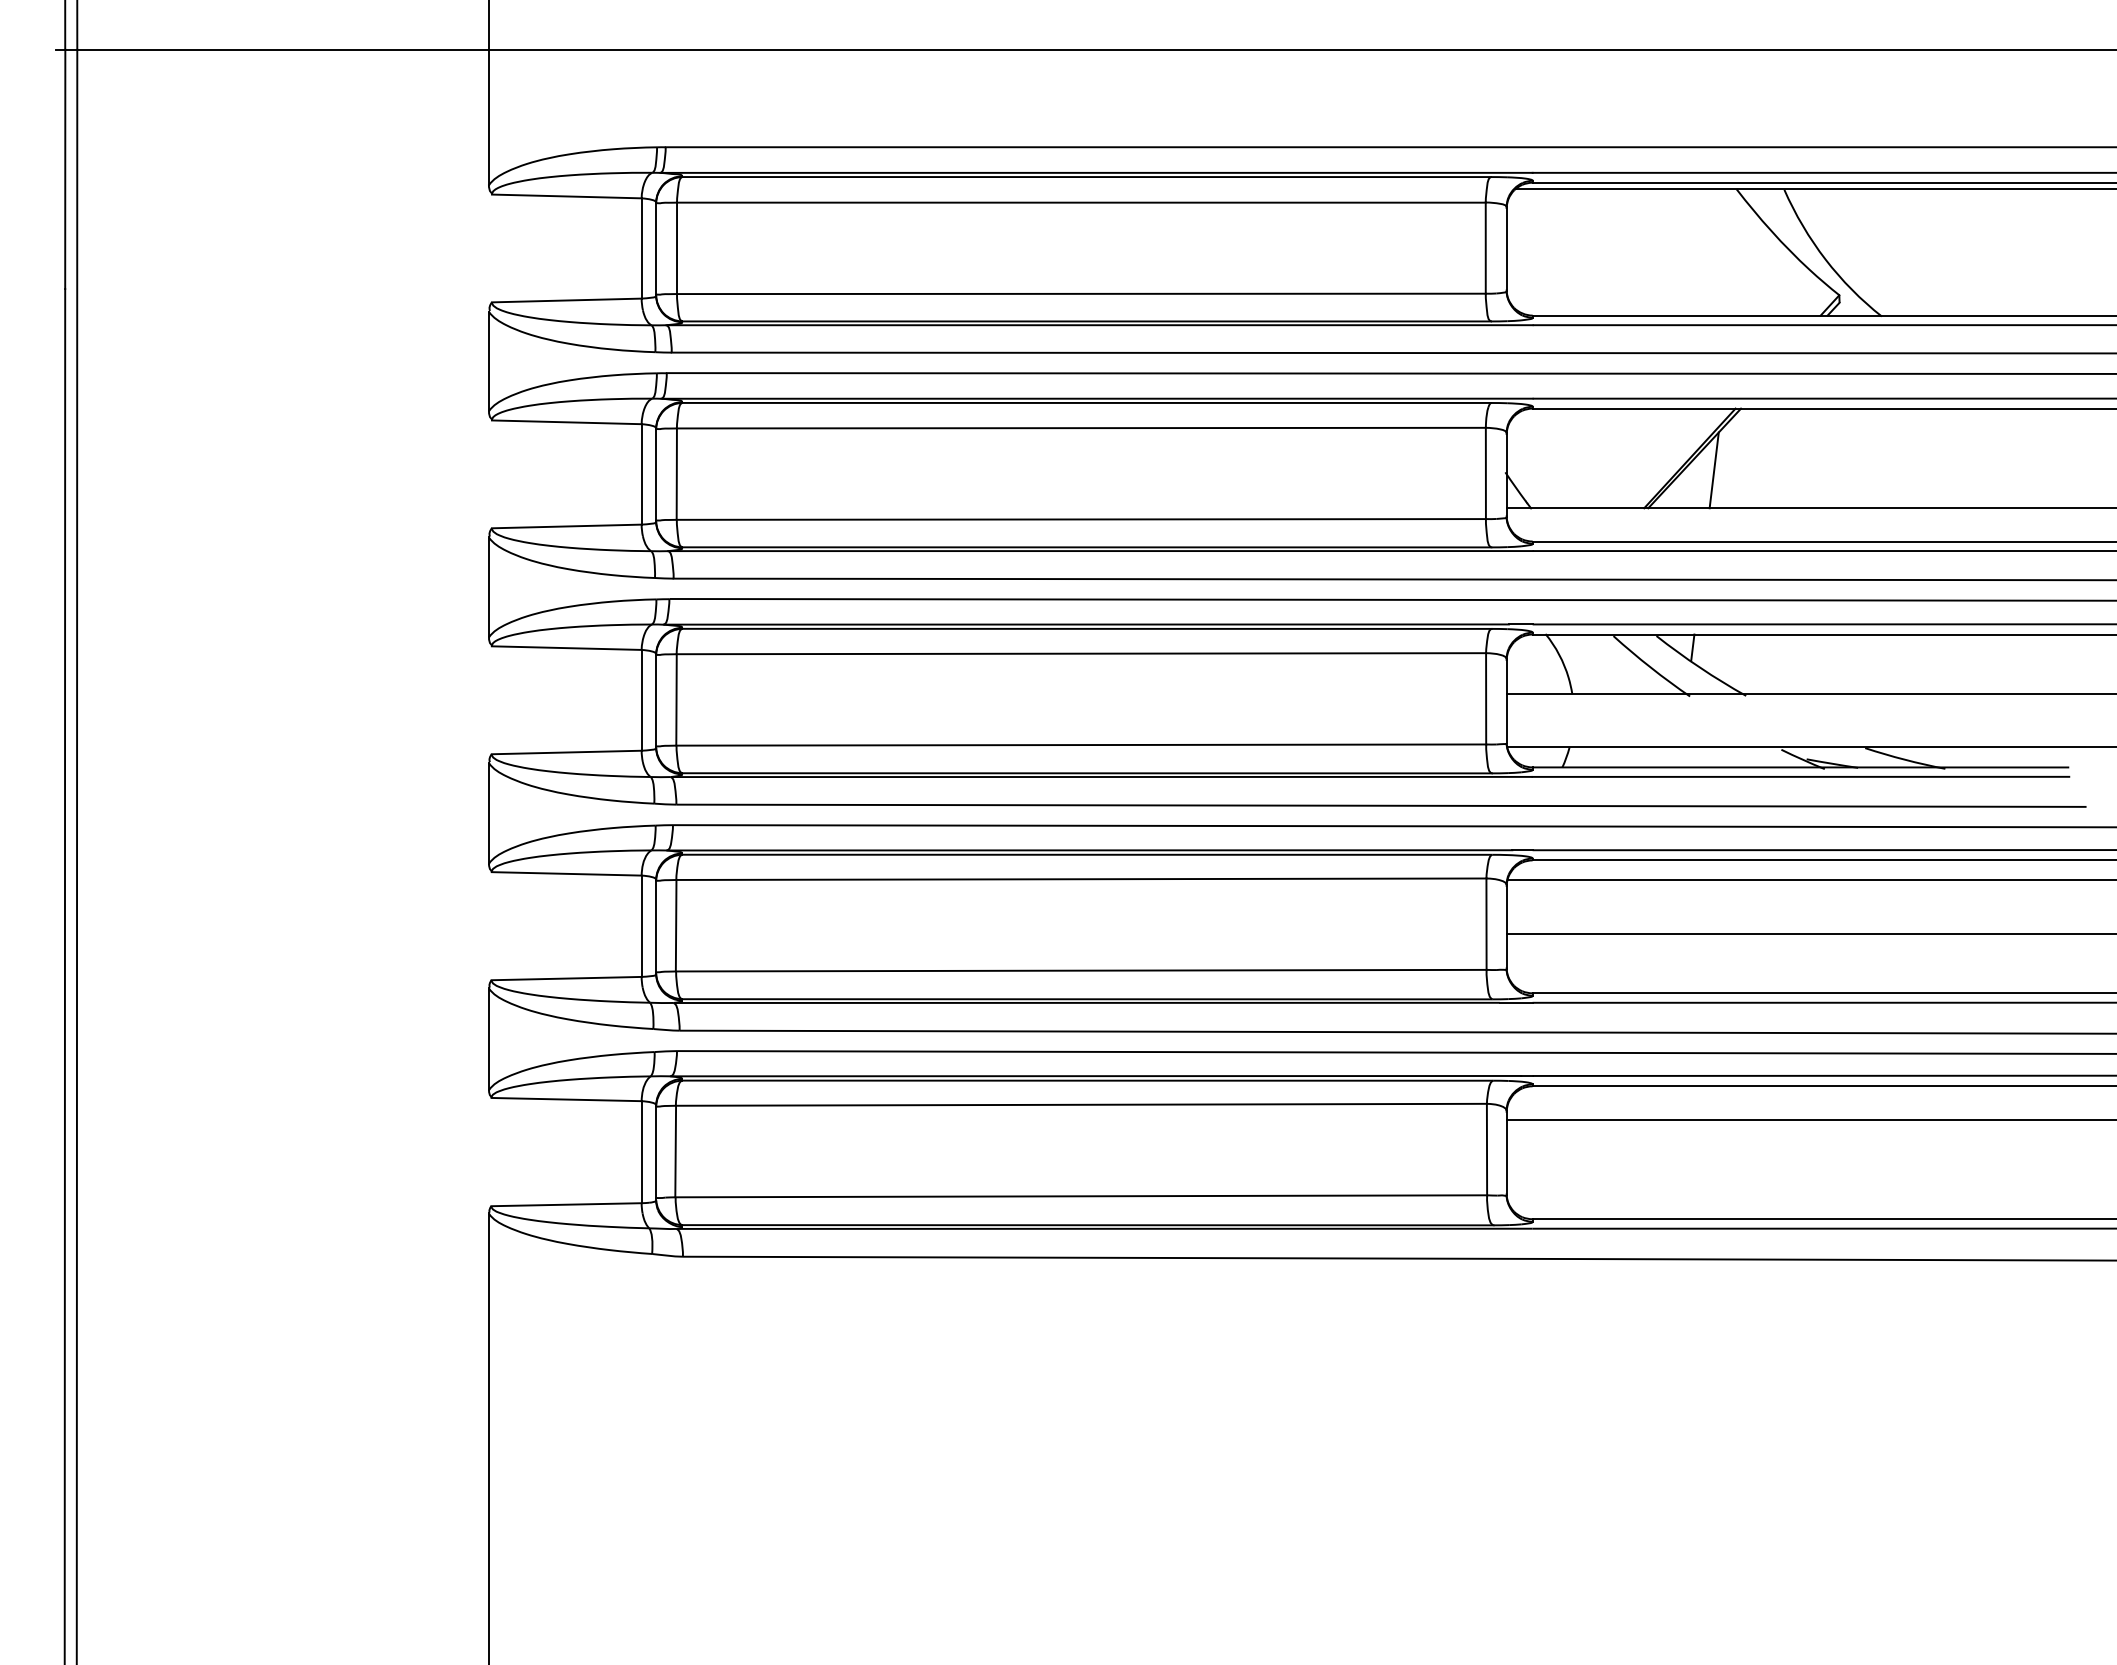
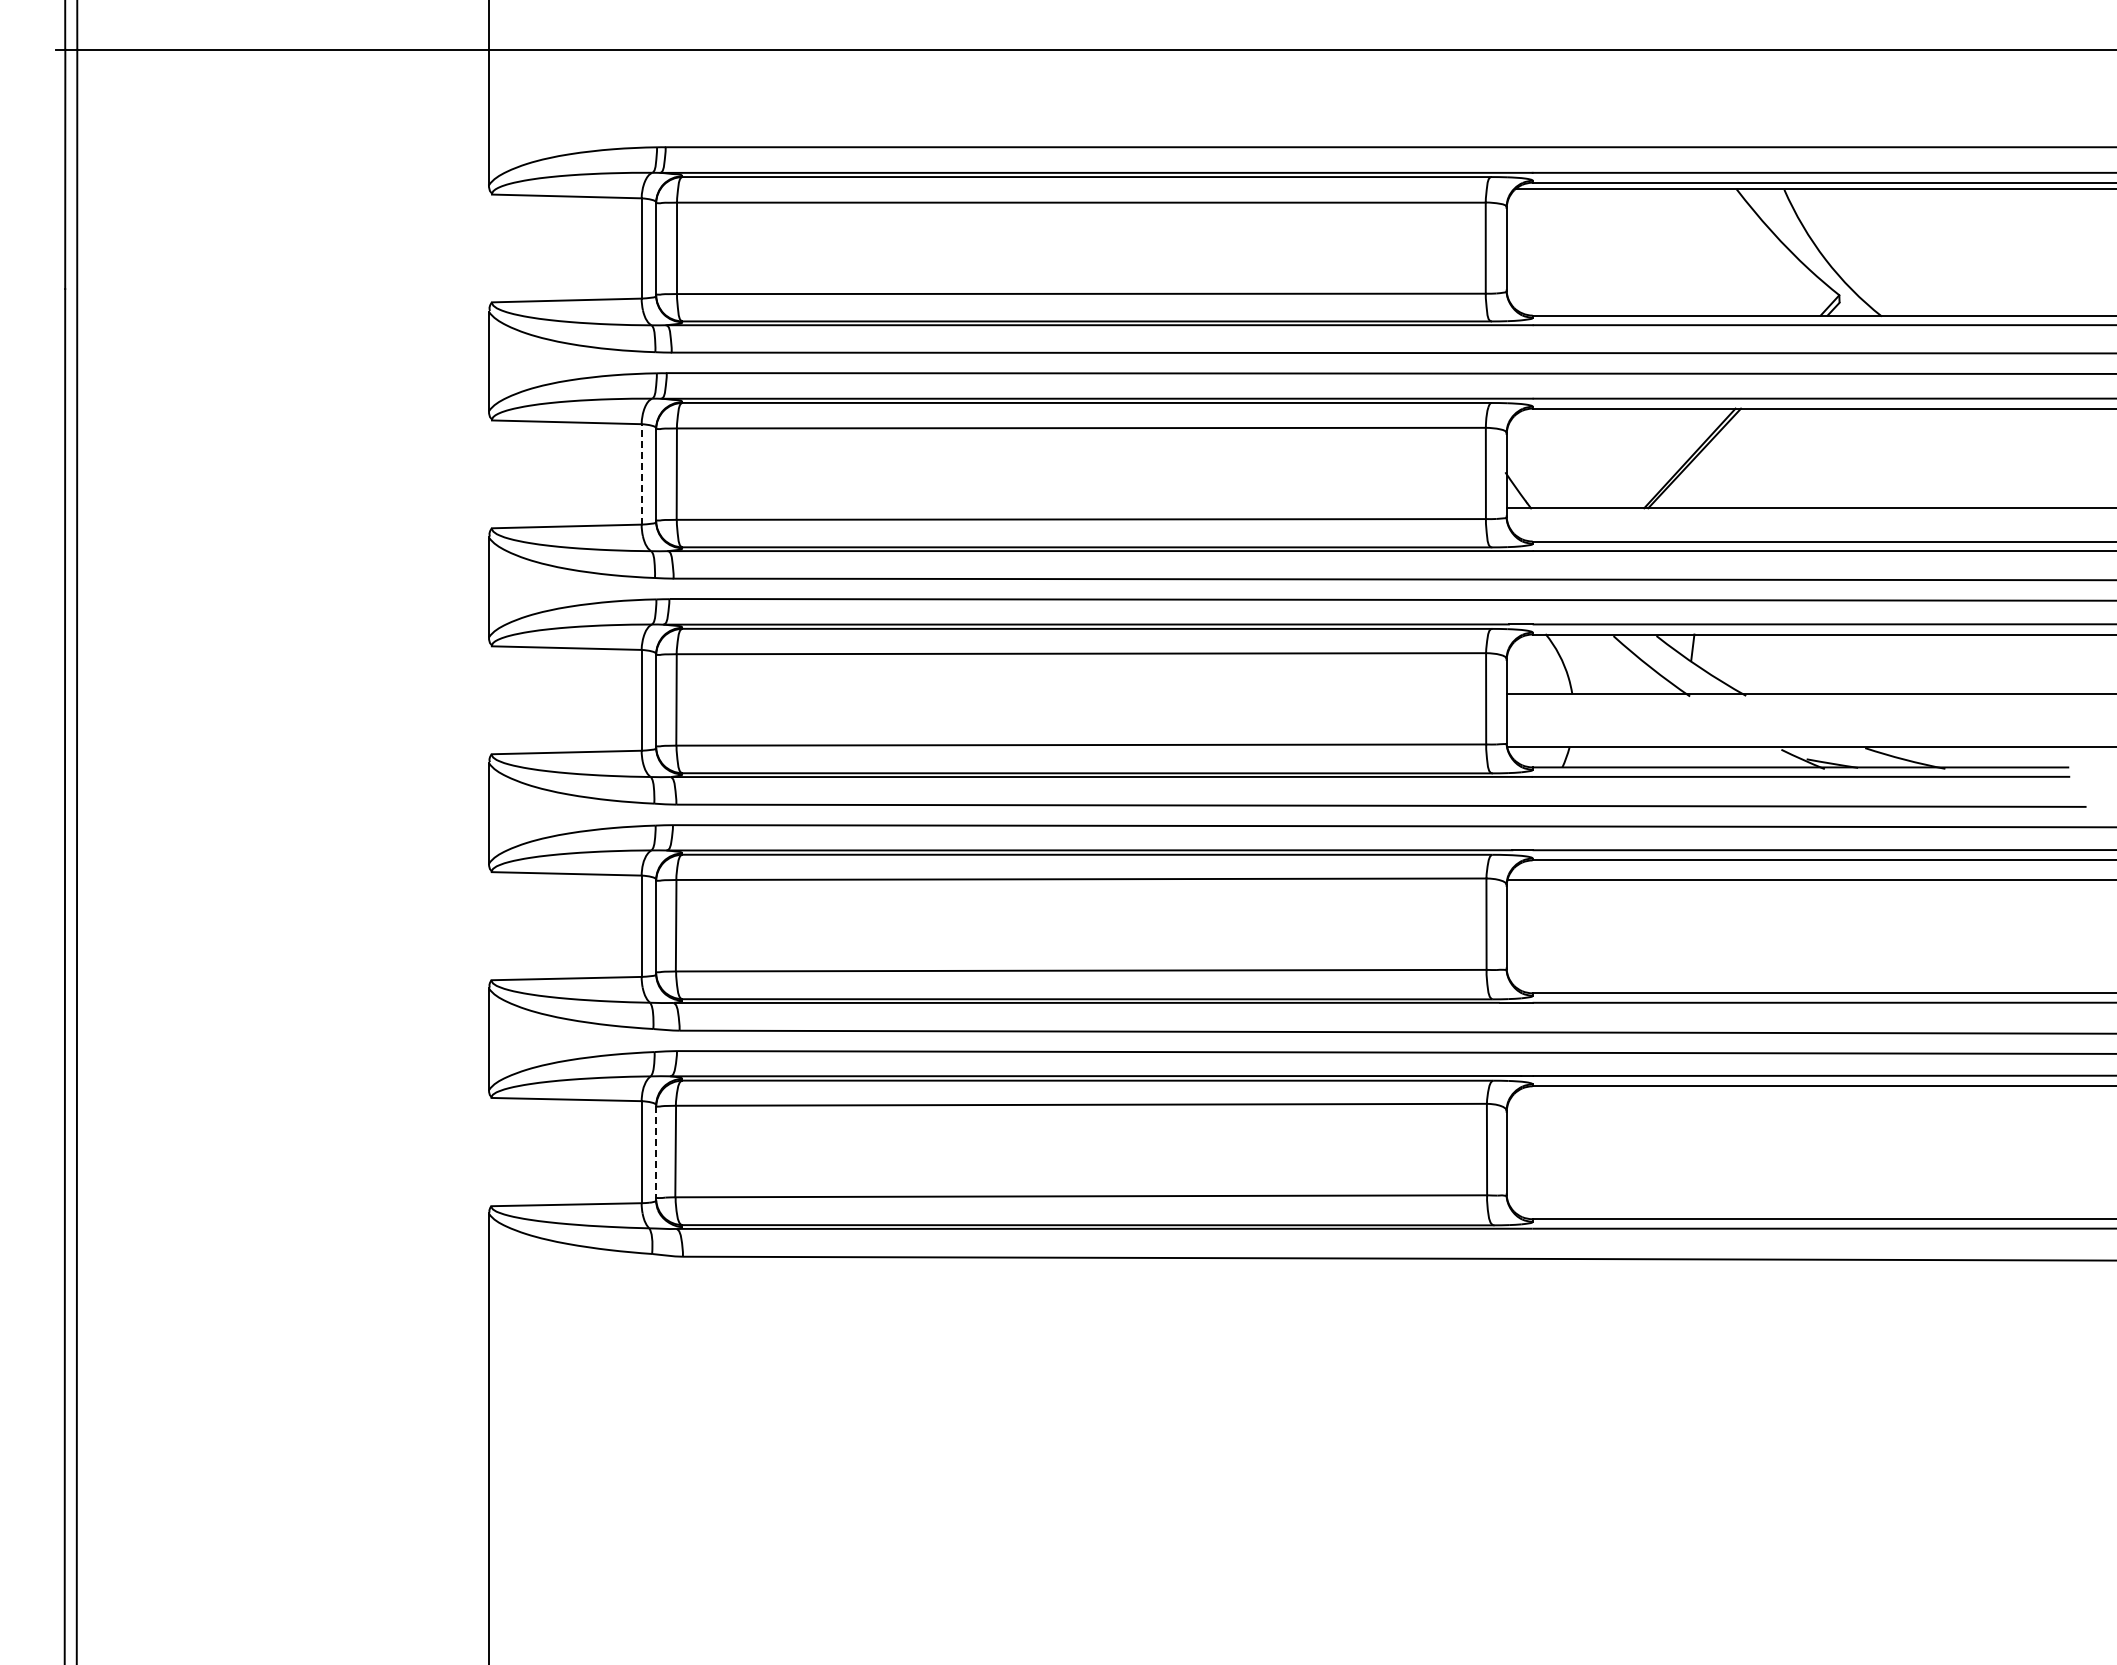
line at (1713, 470): present -> none
line at (641, 473): solid -> dashed
line at (1809, 933): present -> none
line at (1809, 1119): present -> none
line at (656, 1152): solid -> dashed
